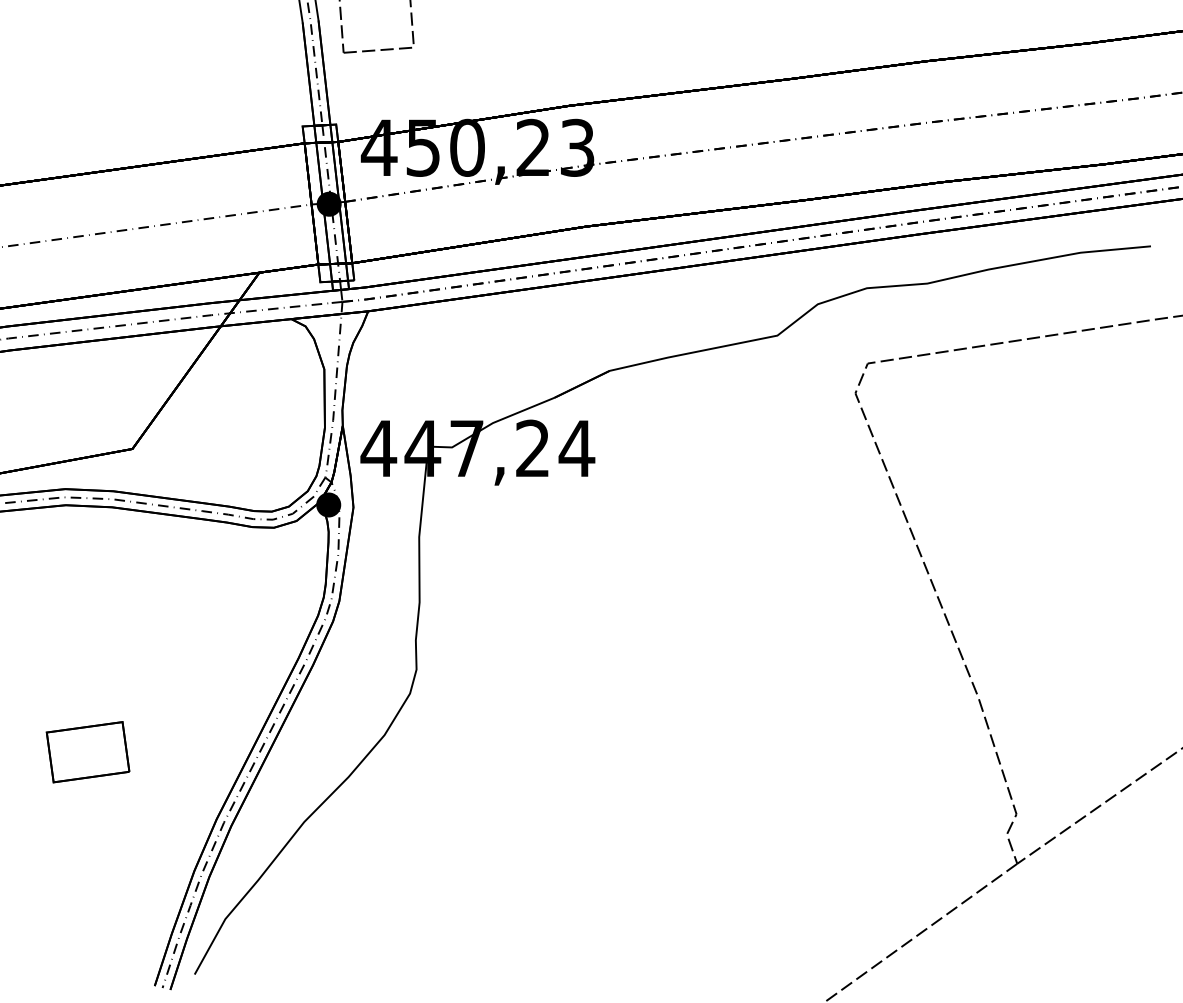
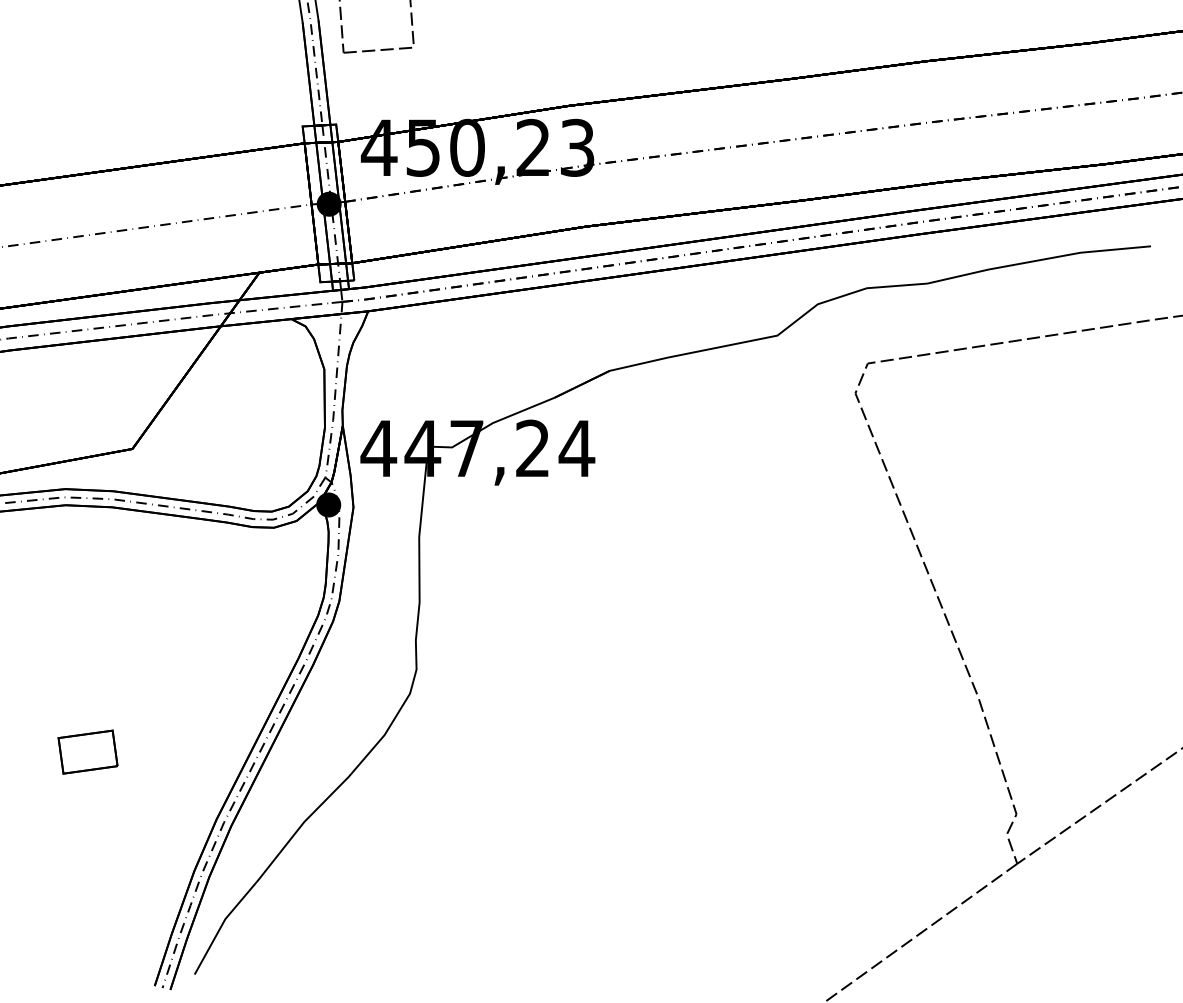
part at (87, 752) size: 86x63 px -> 62x46 px
